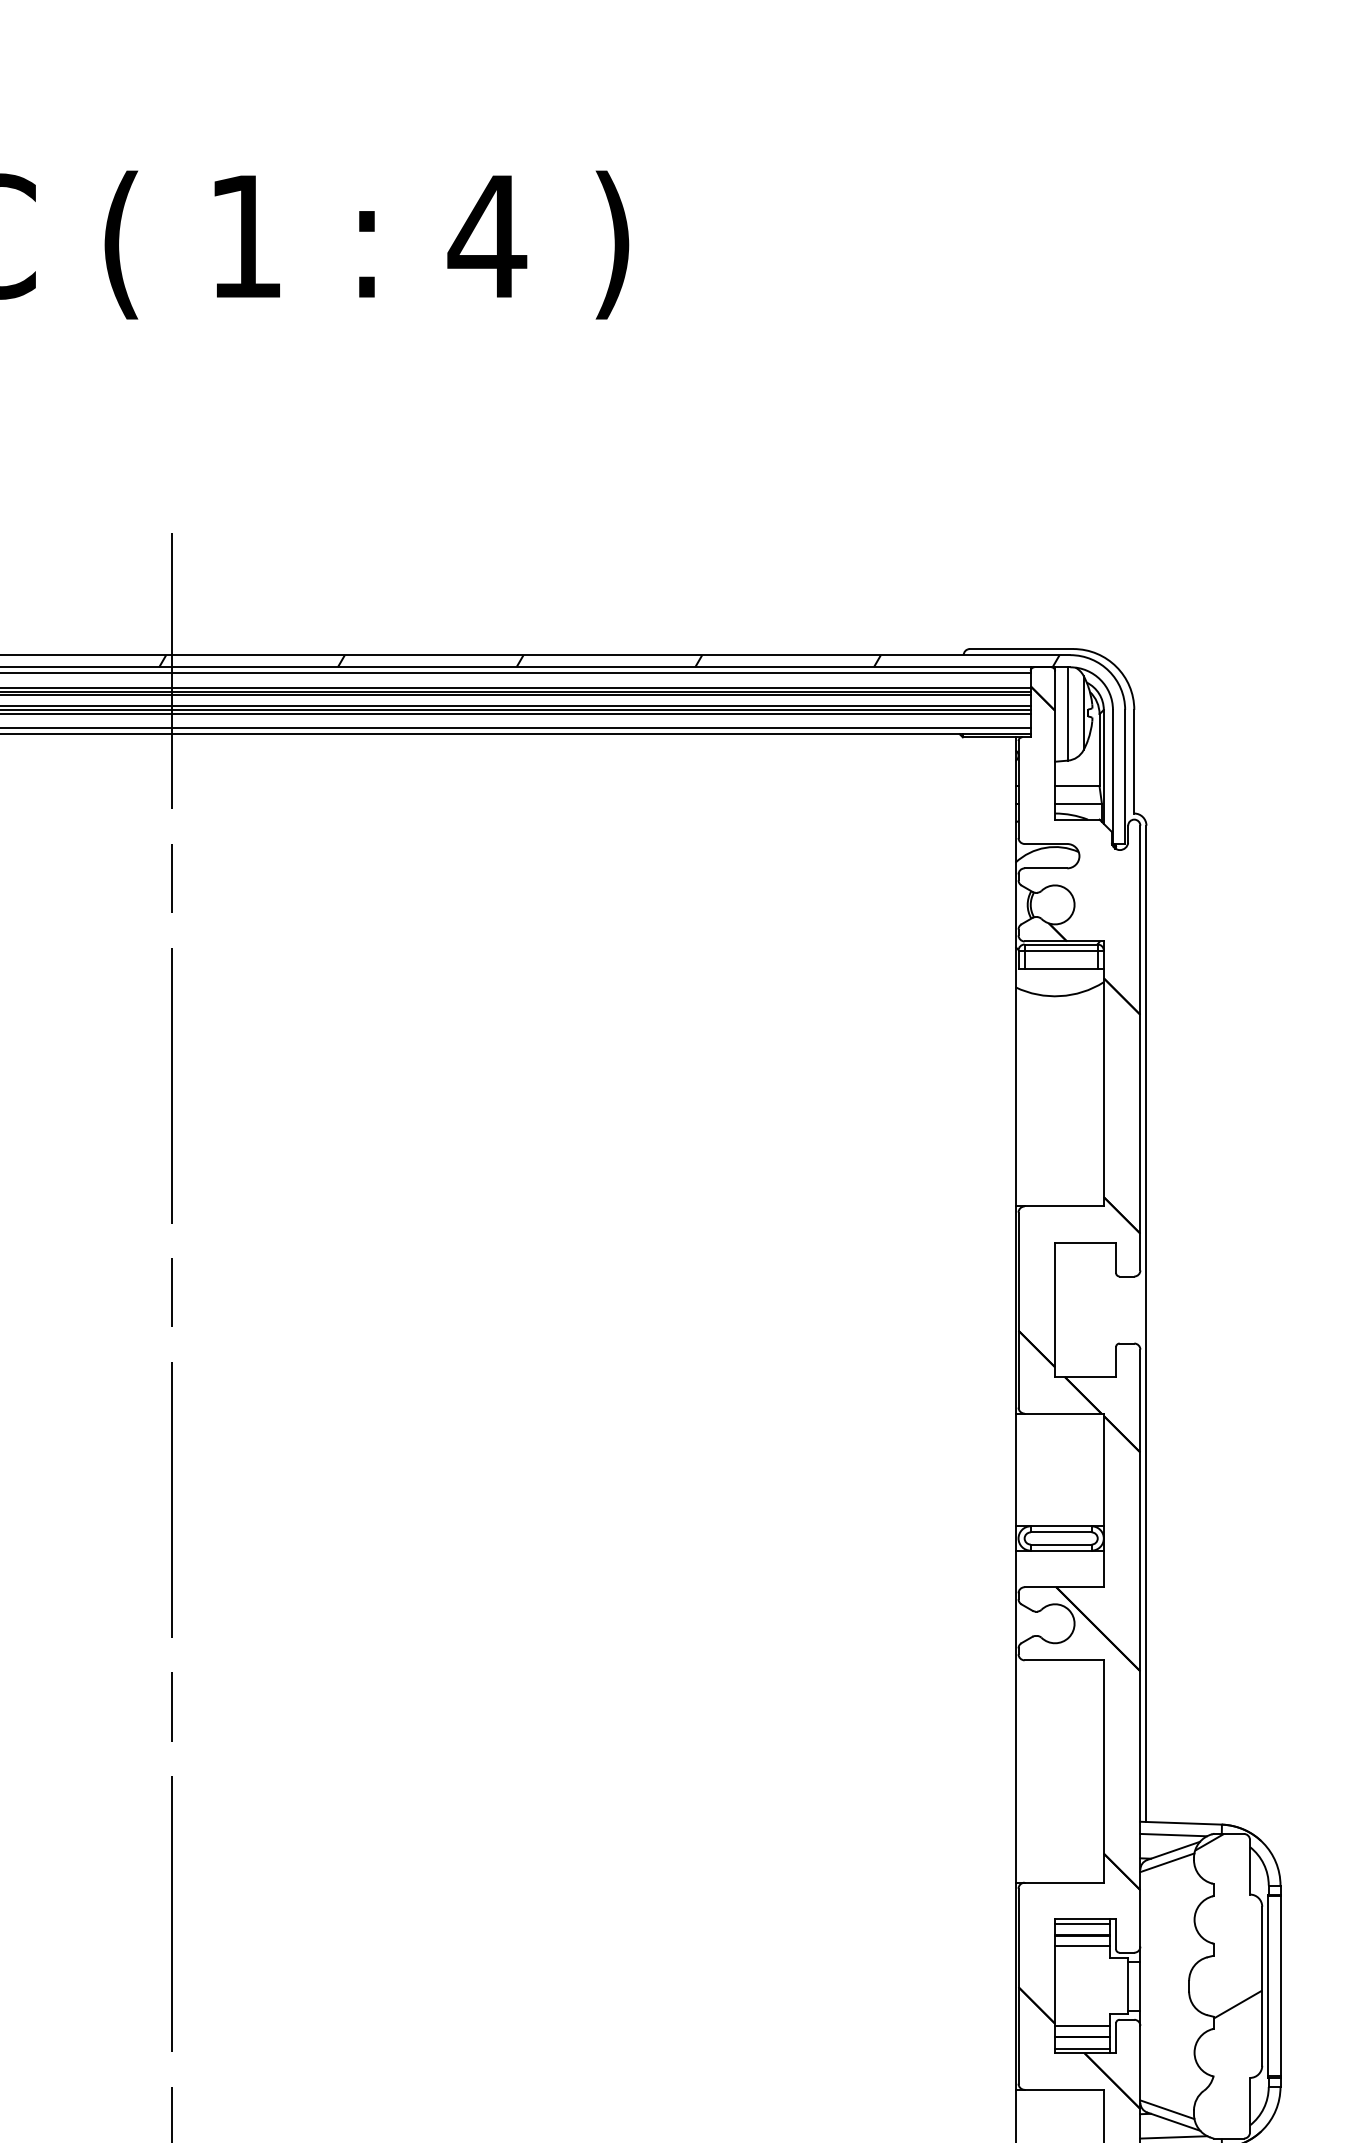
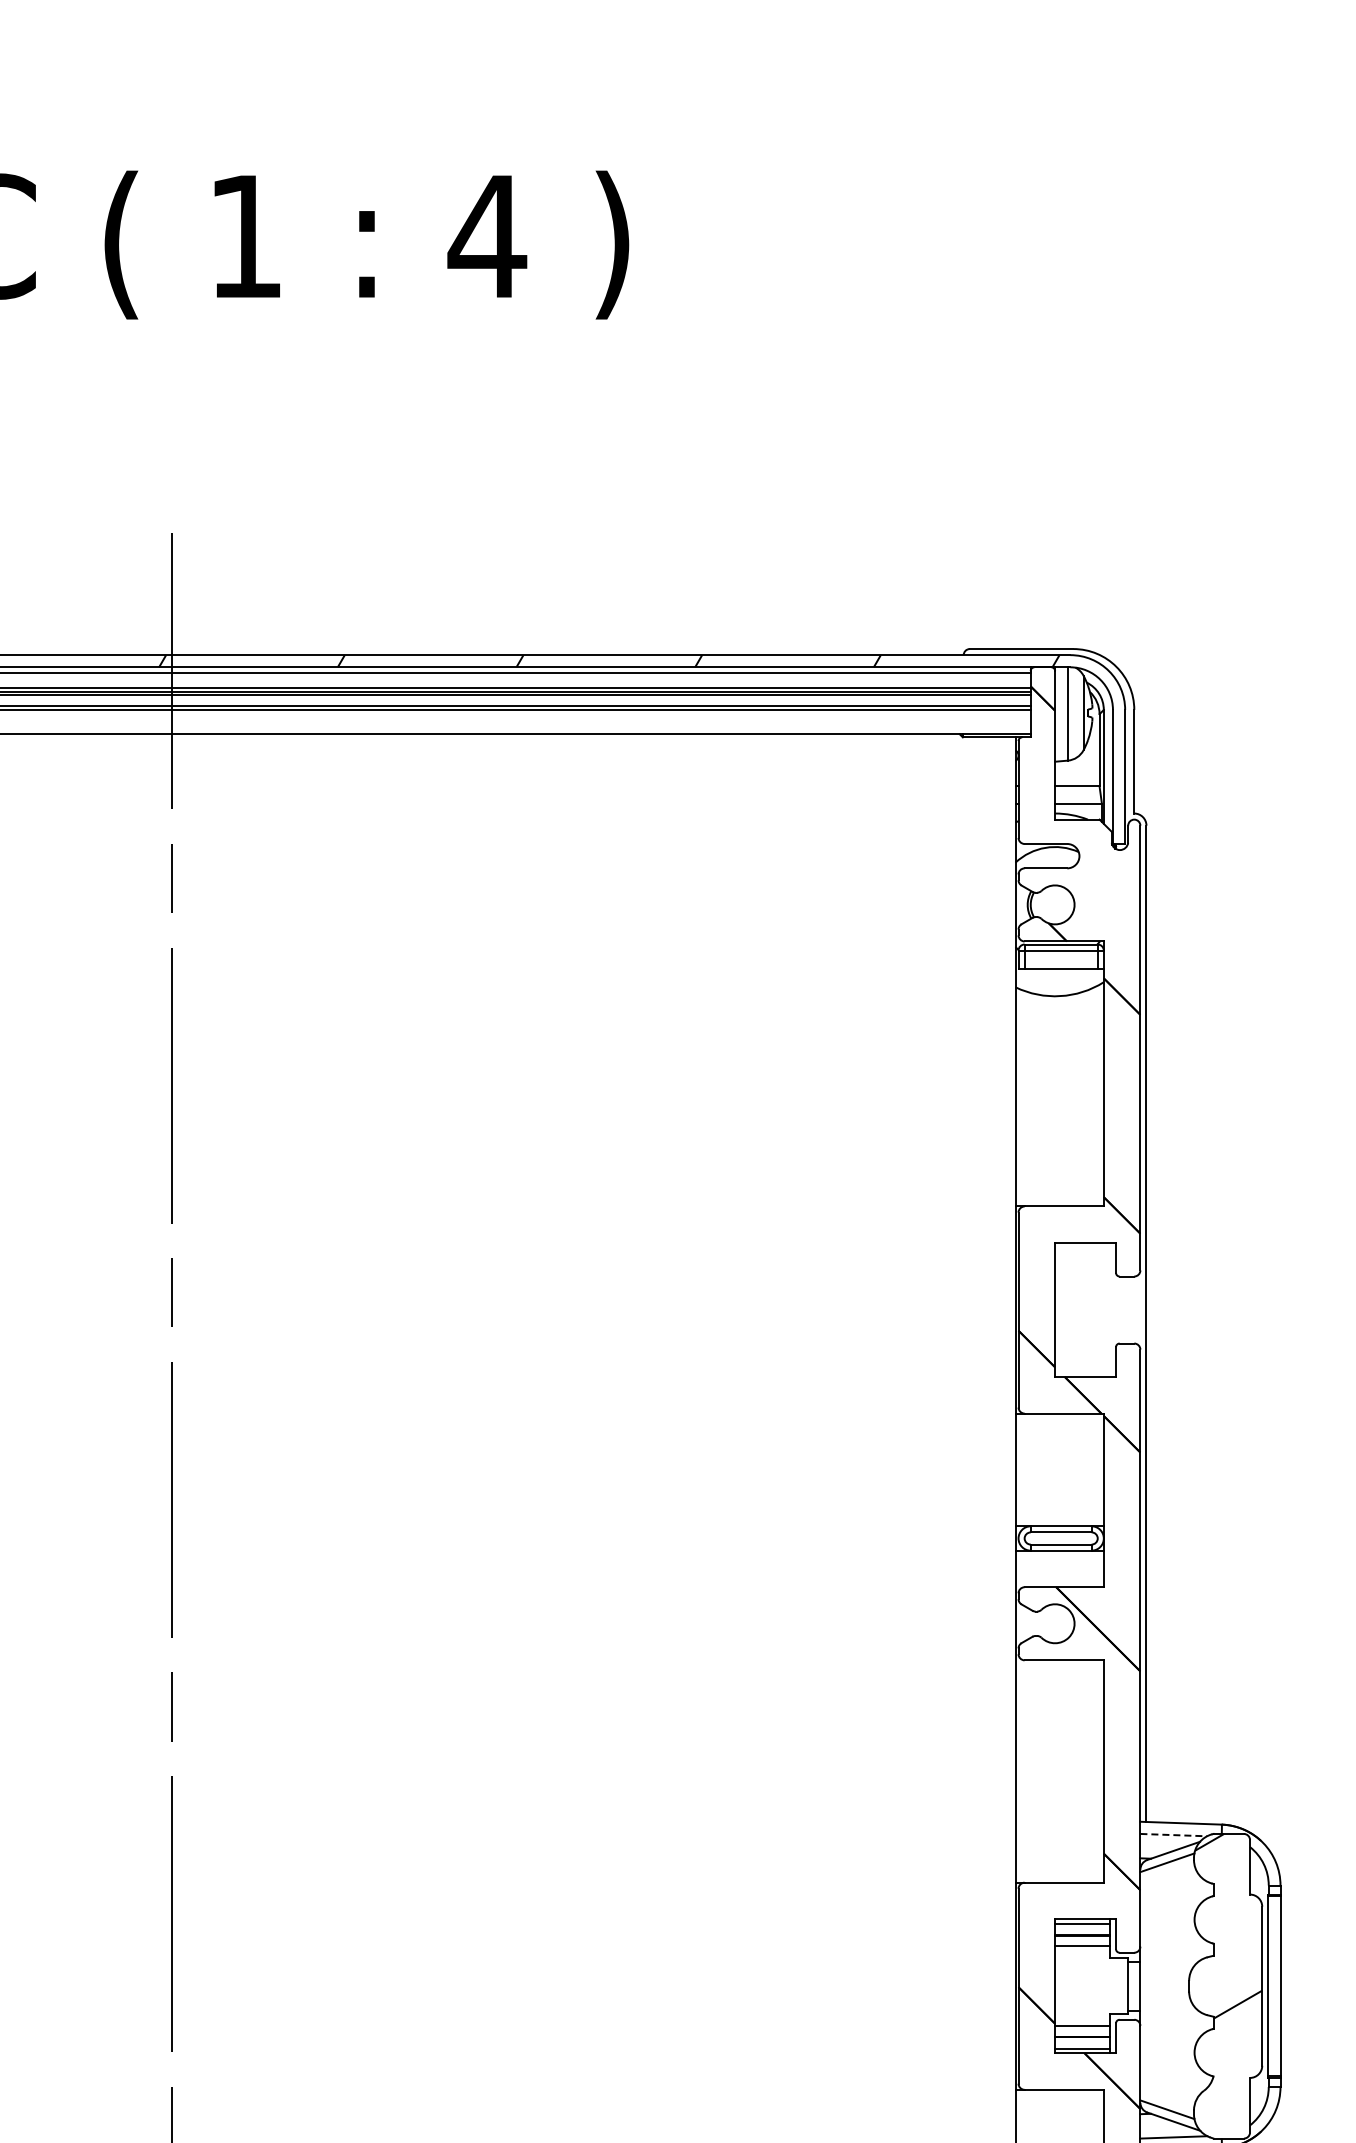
line at (516, 713): present -> none
line at (516, 728): present -> none
line at (1174, 1835): solid -> dashed
